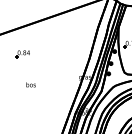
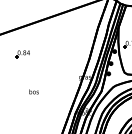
text at (30, 84) position: (30, 84) -> (33, 91)
